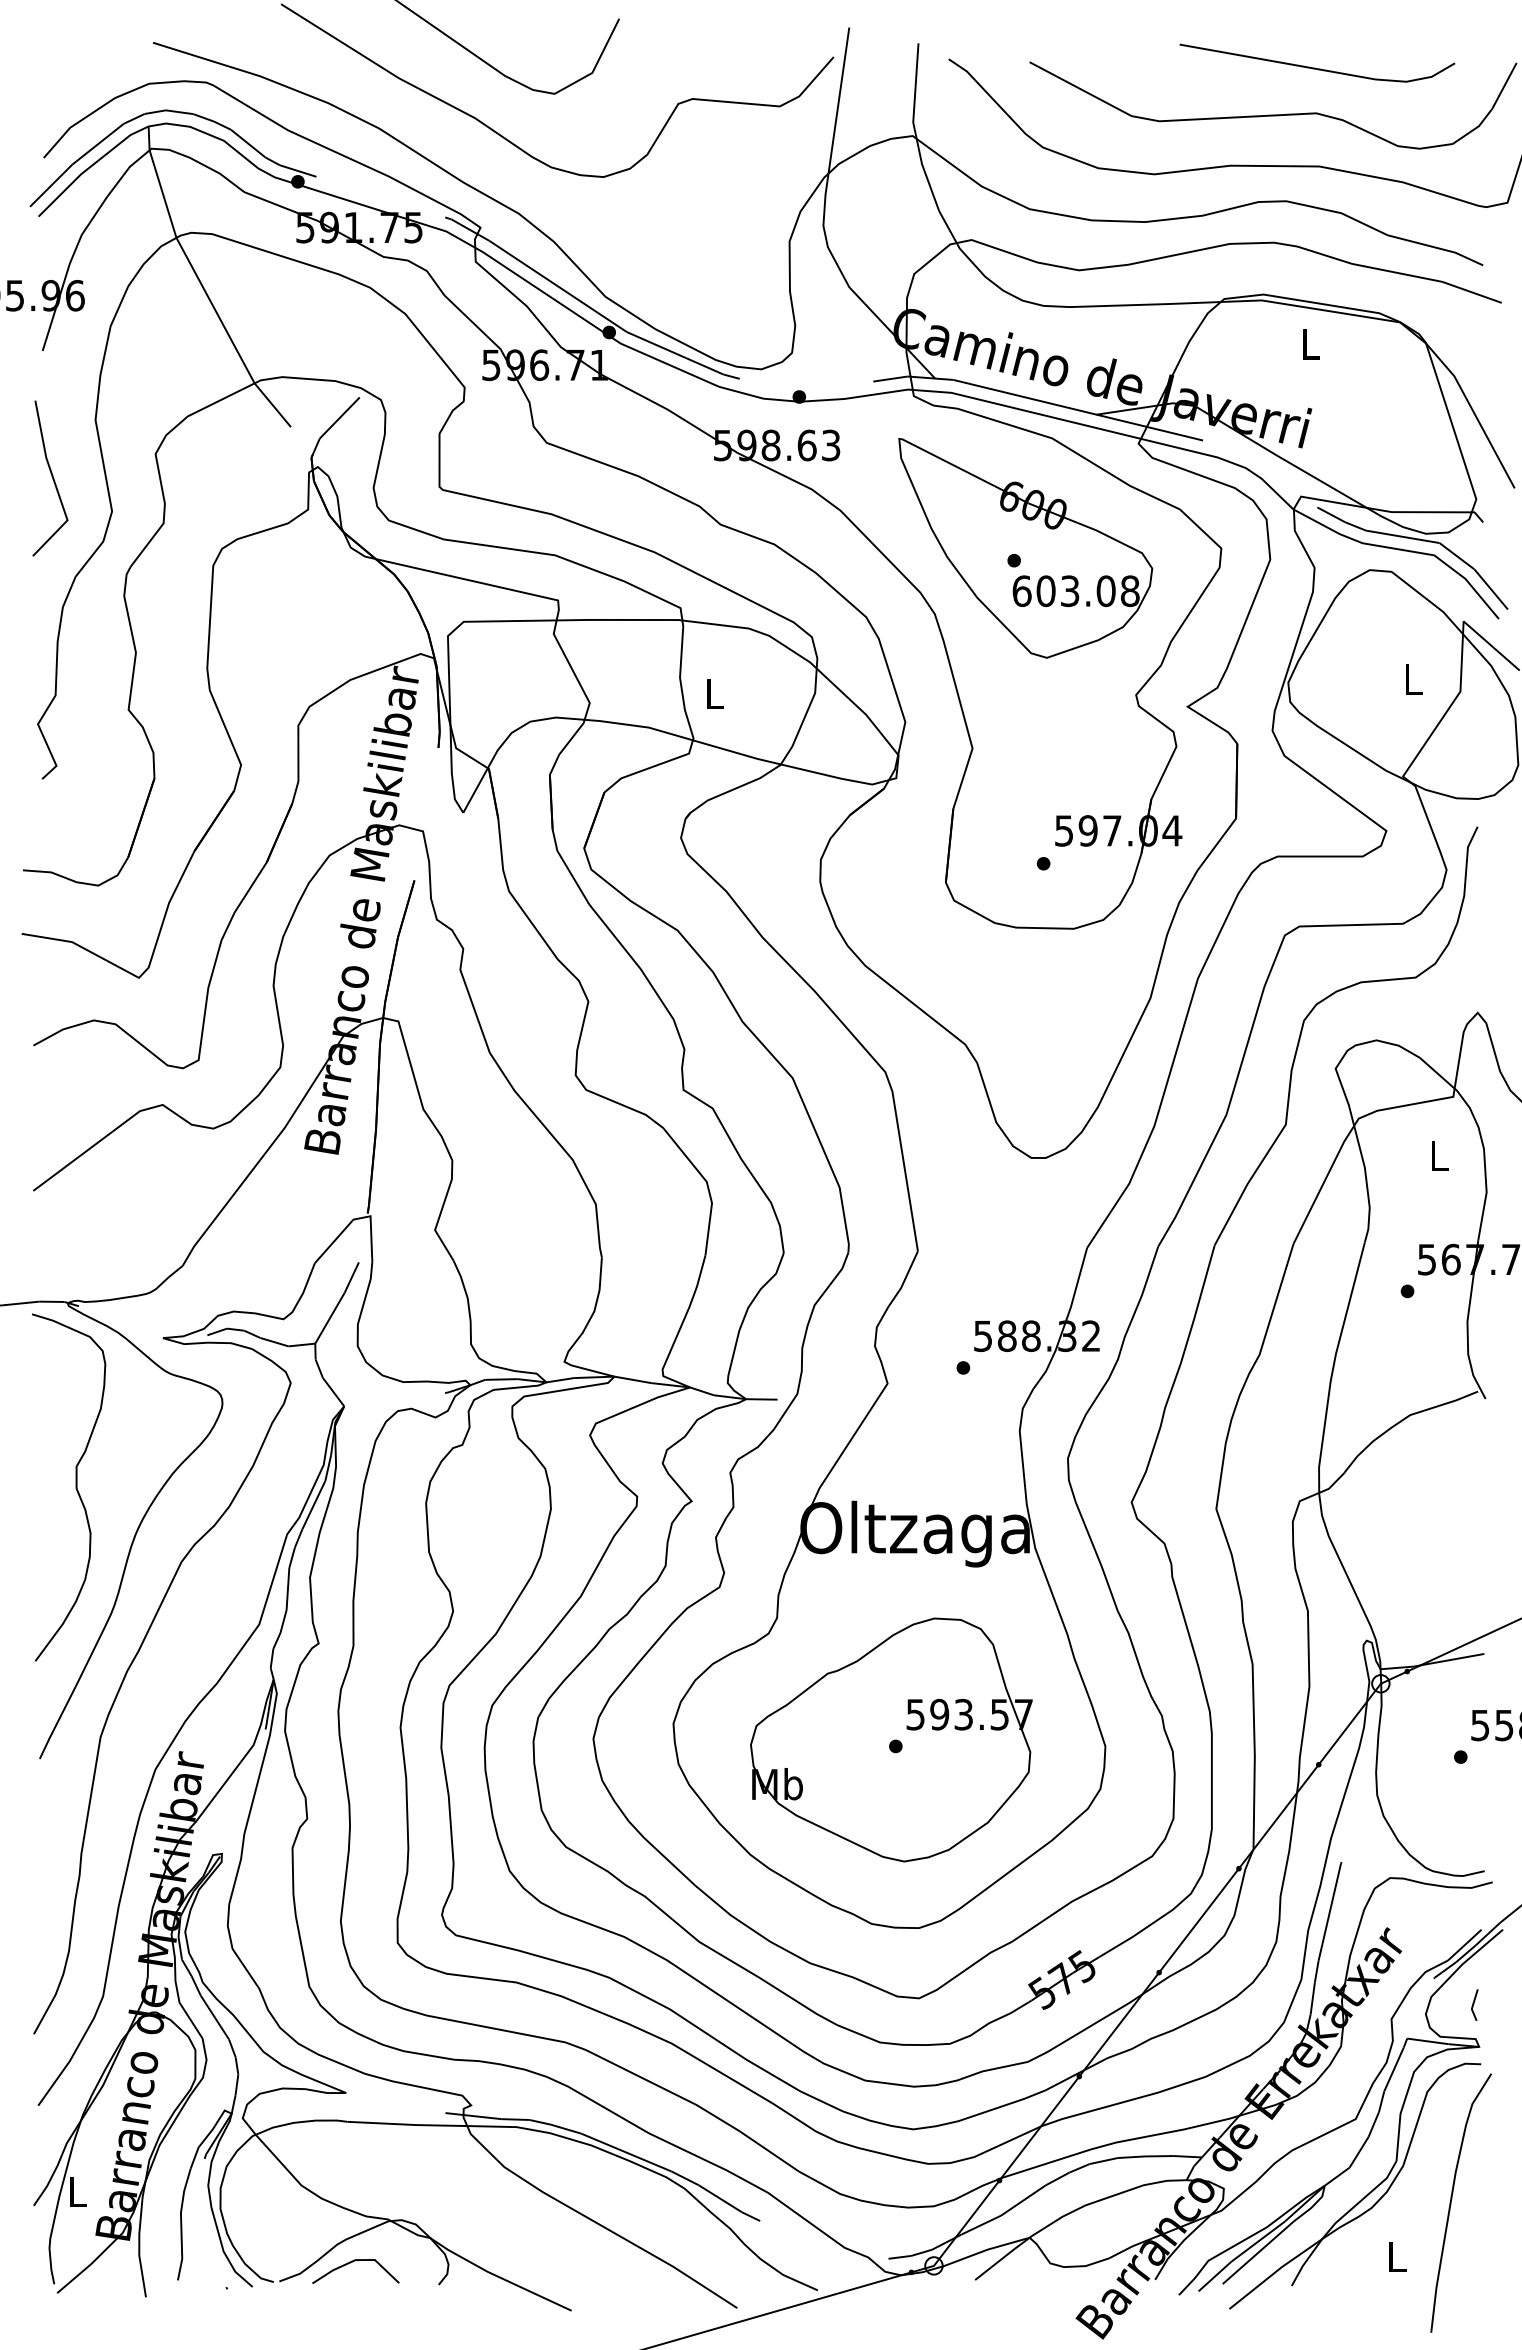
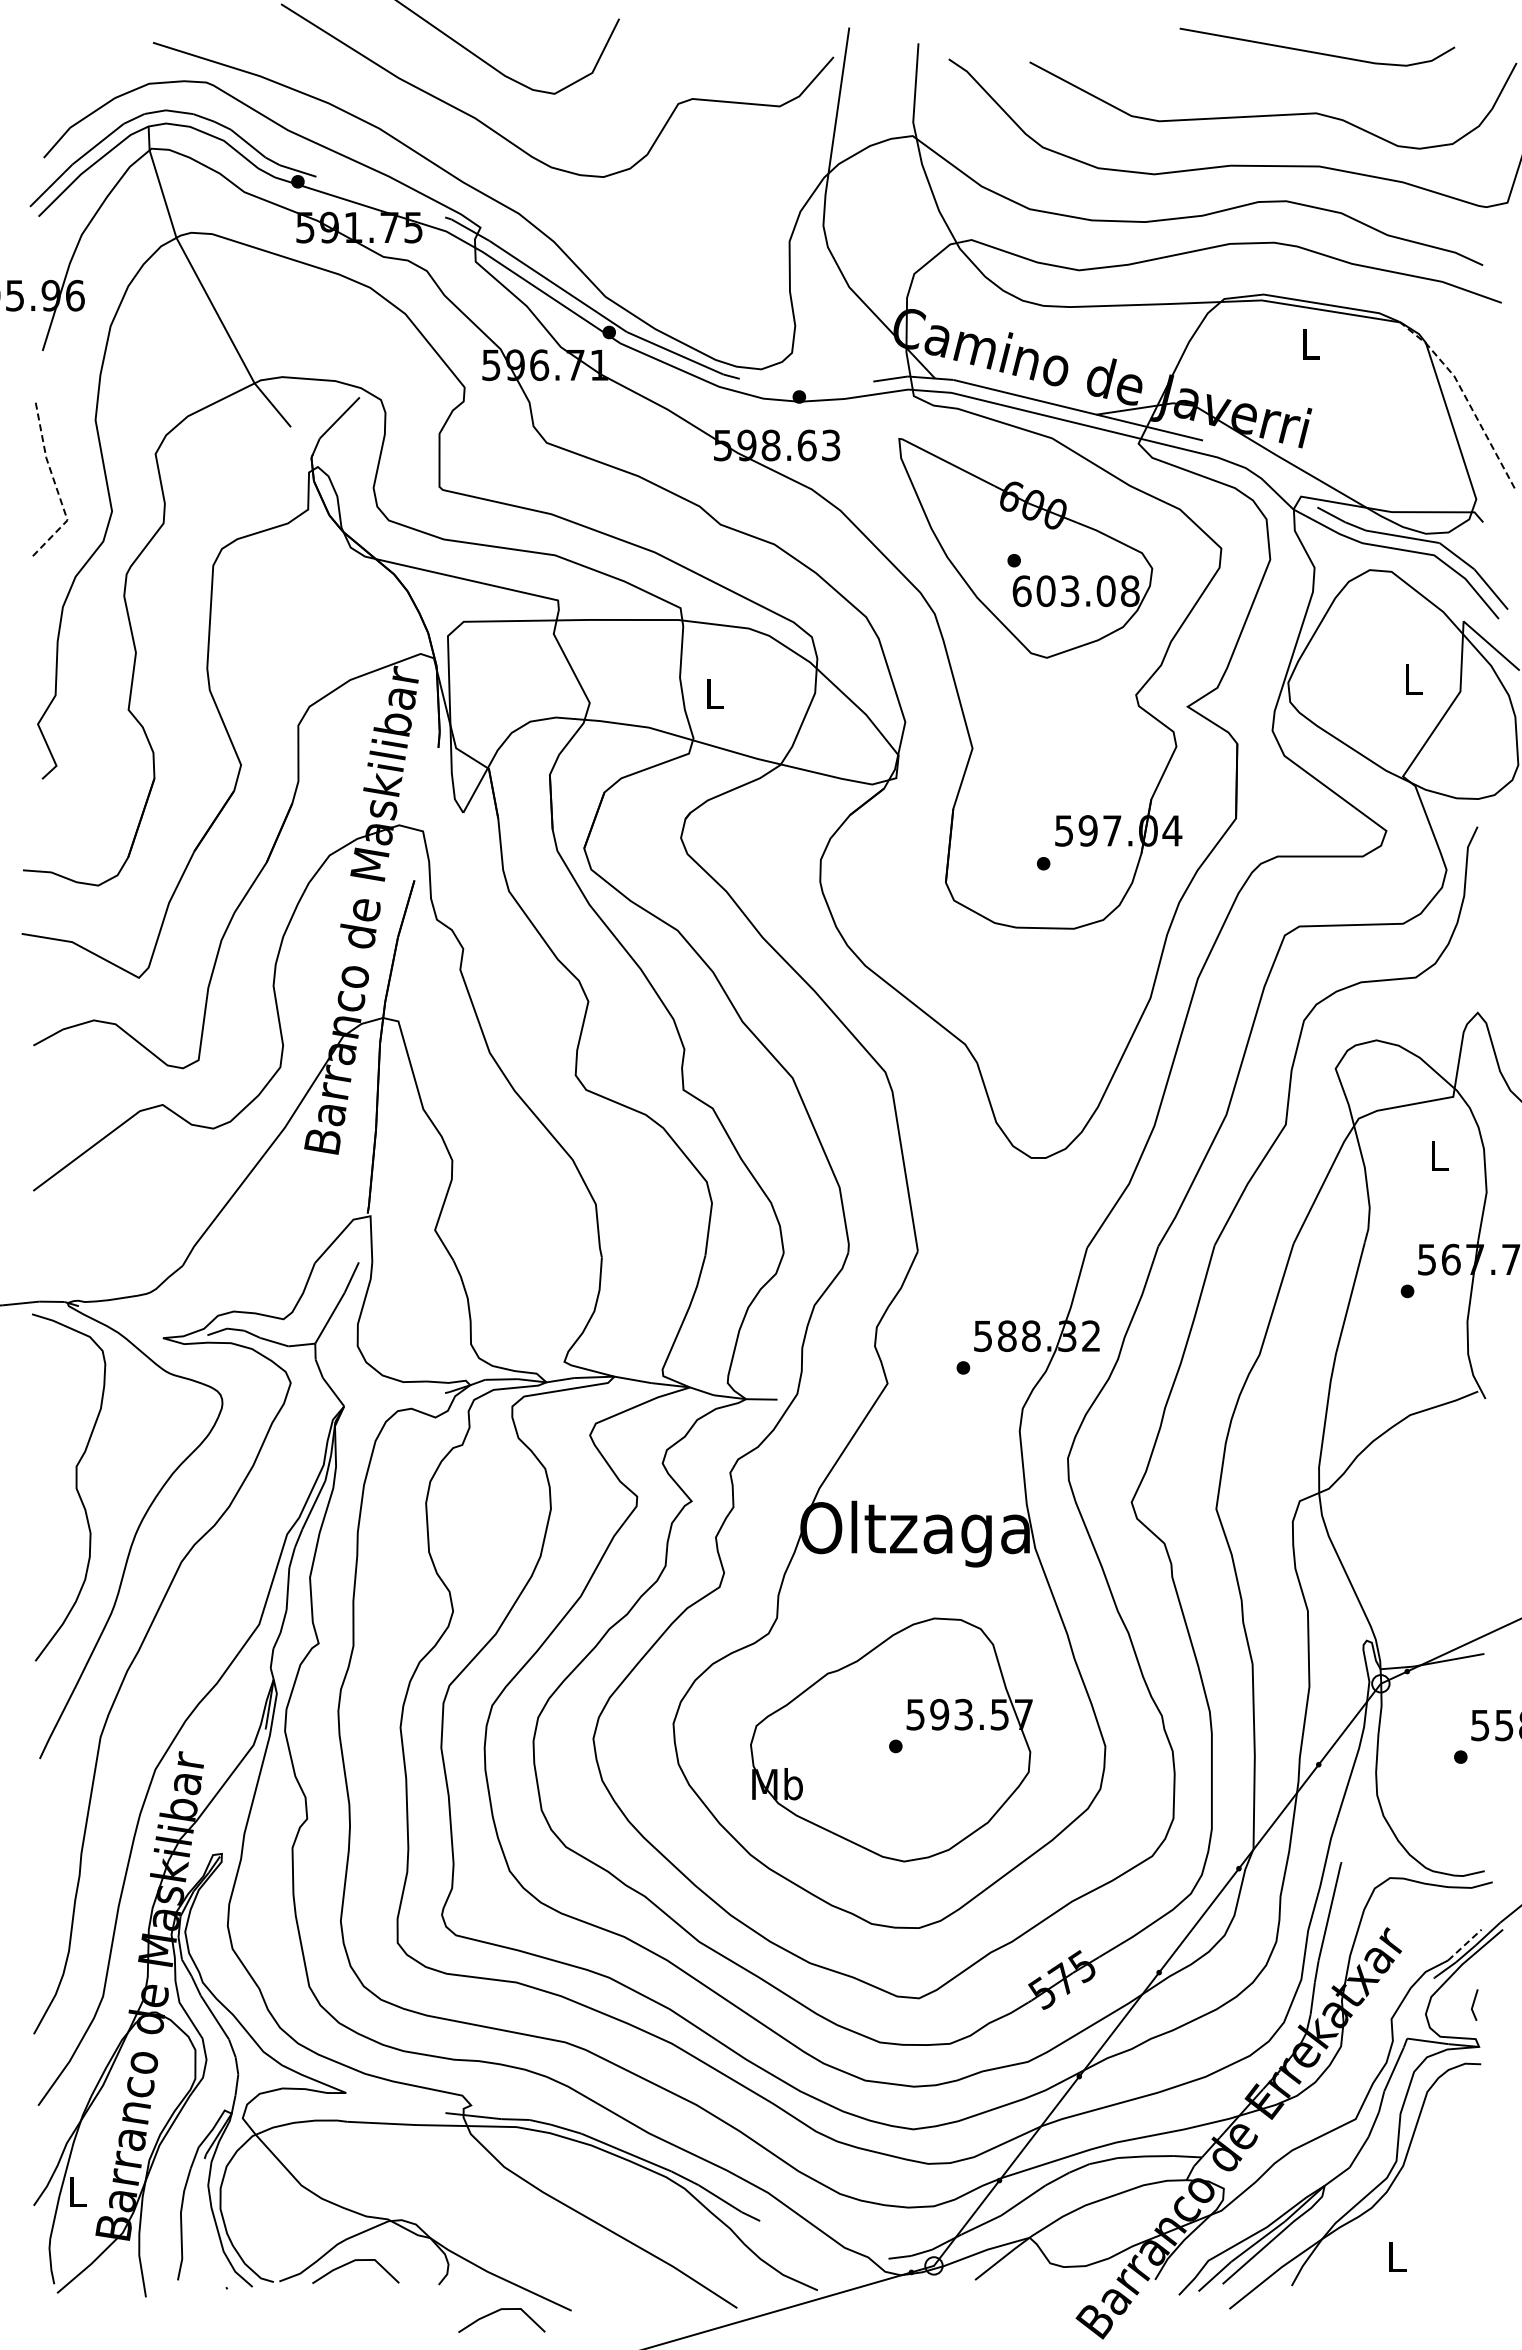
line at (1315, 67) position: (1315, 67) -> (1315, 51)
line at (1465, 397): solid -> dashed
line at (55, 484): solid -> dashed
line at (1464, 1945): solid -> dashed
curve at (1452, 2199): present -> none
line at (496, 2312): none -> present
